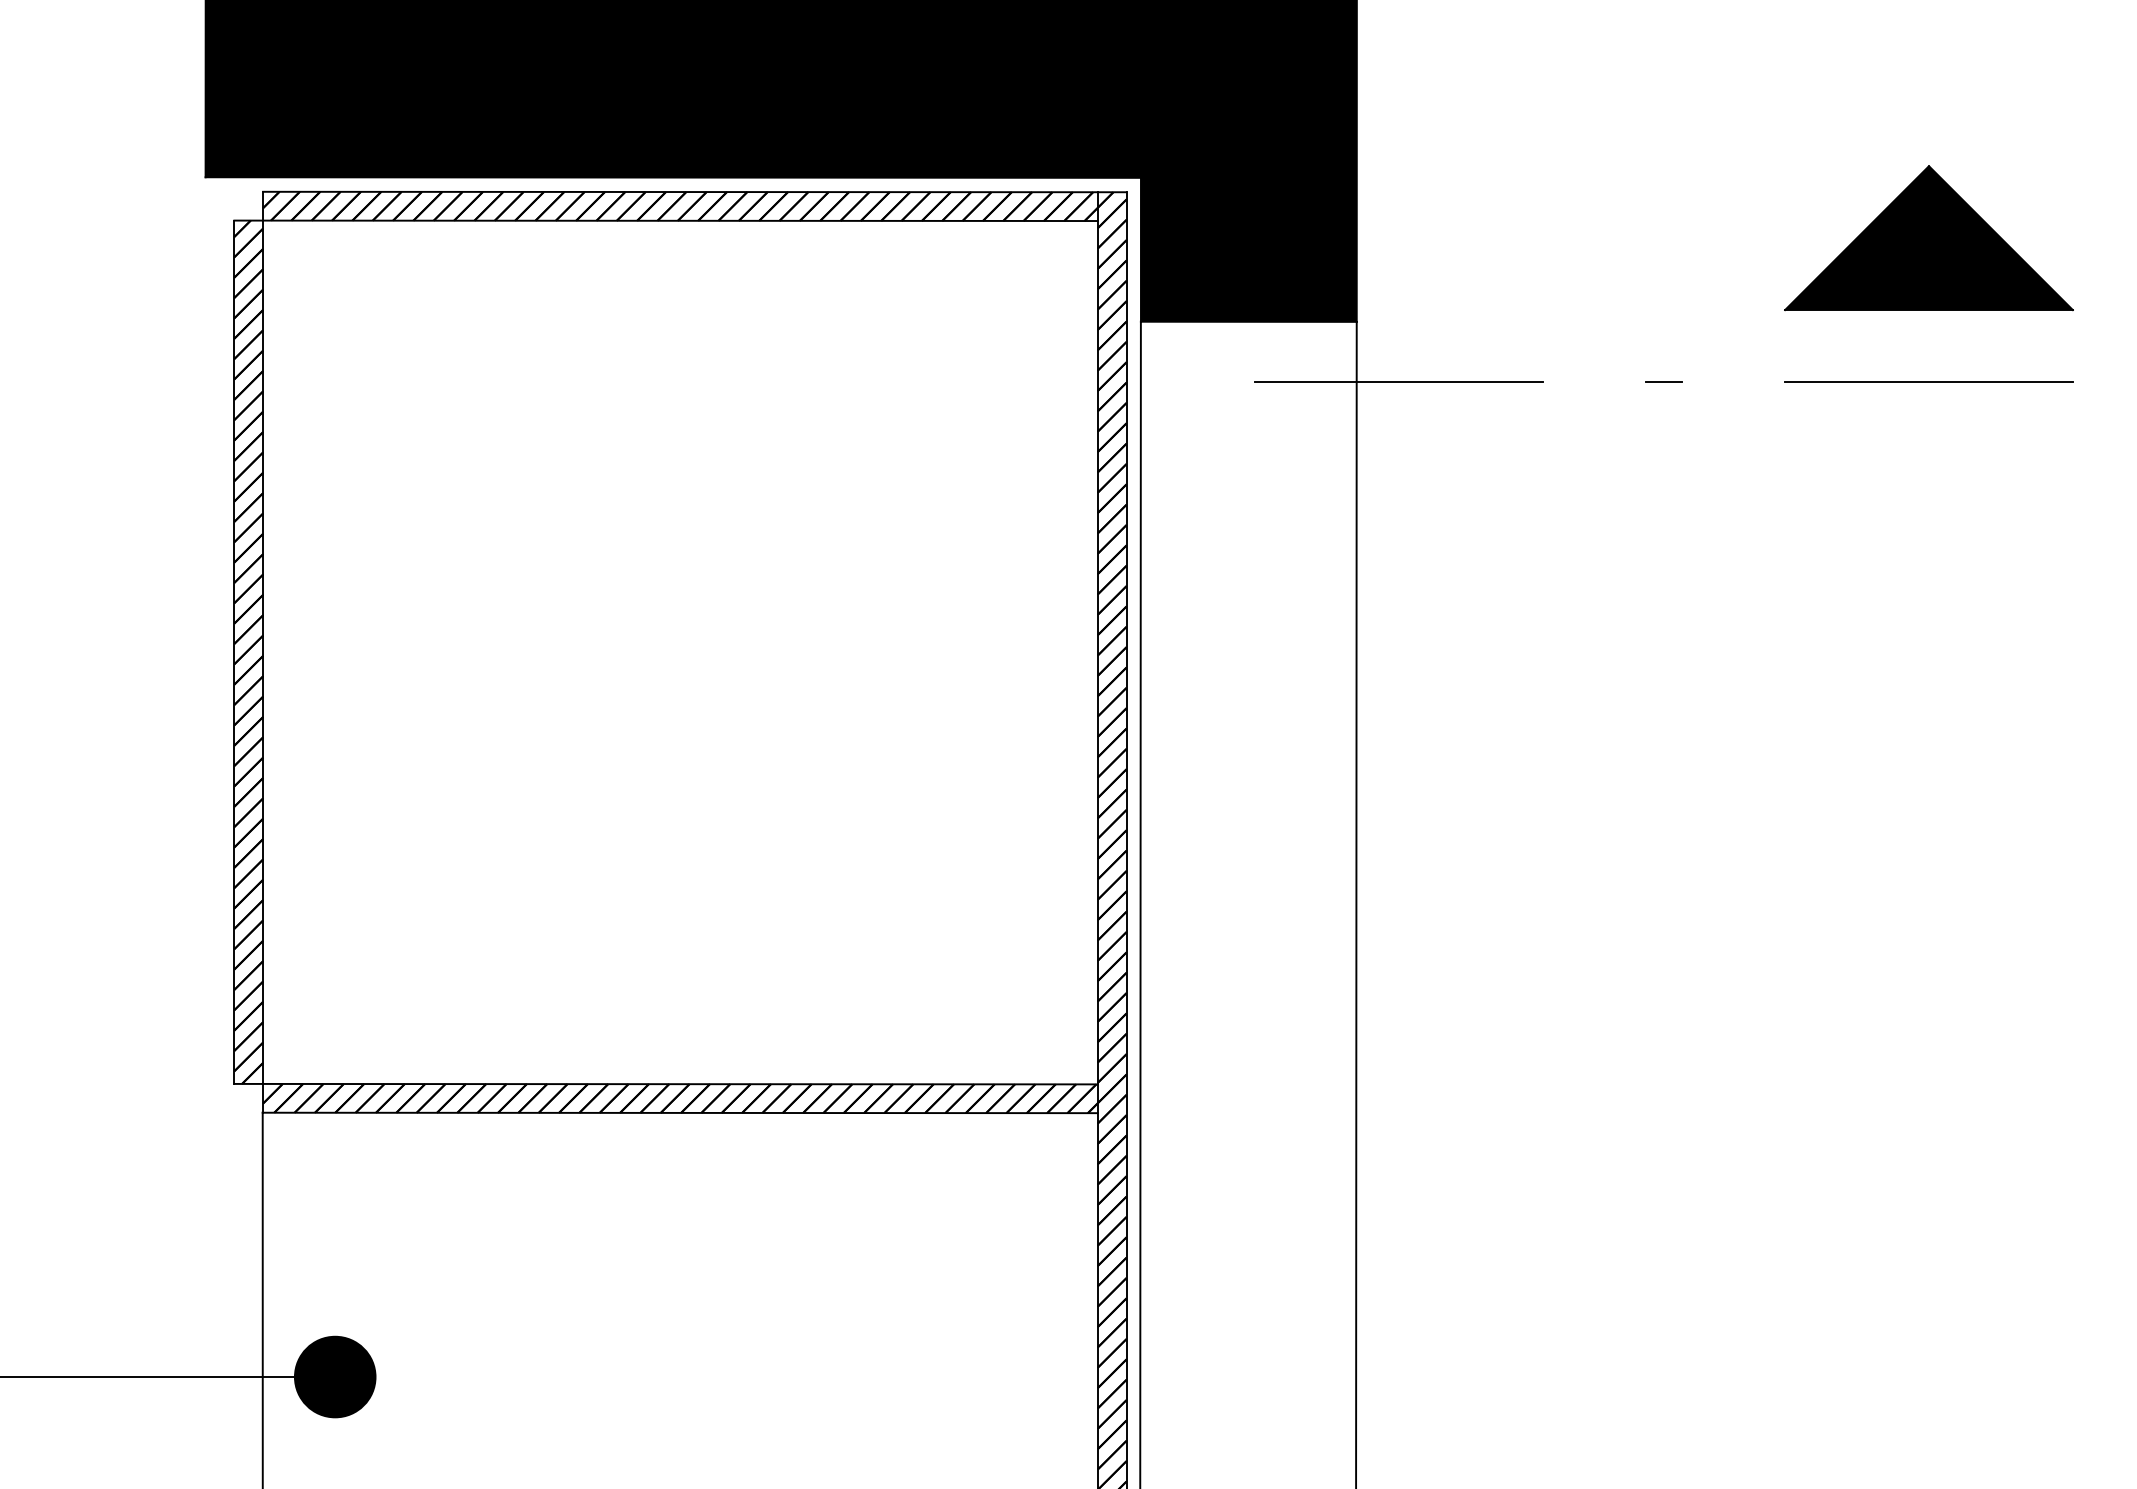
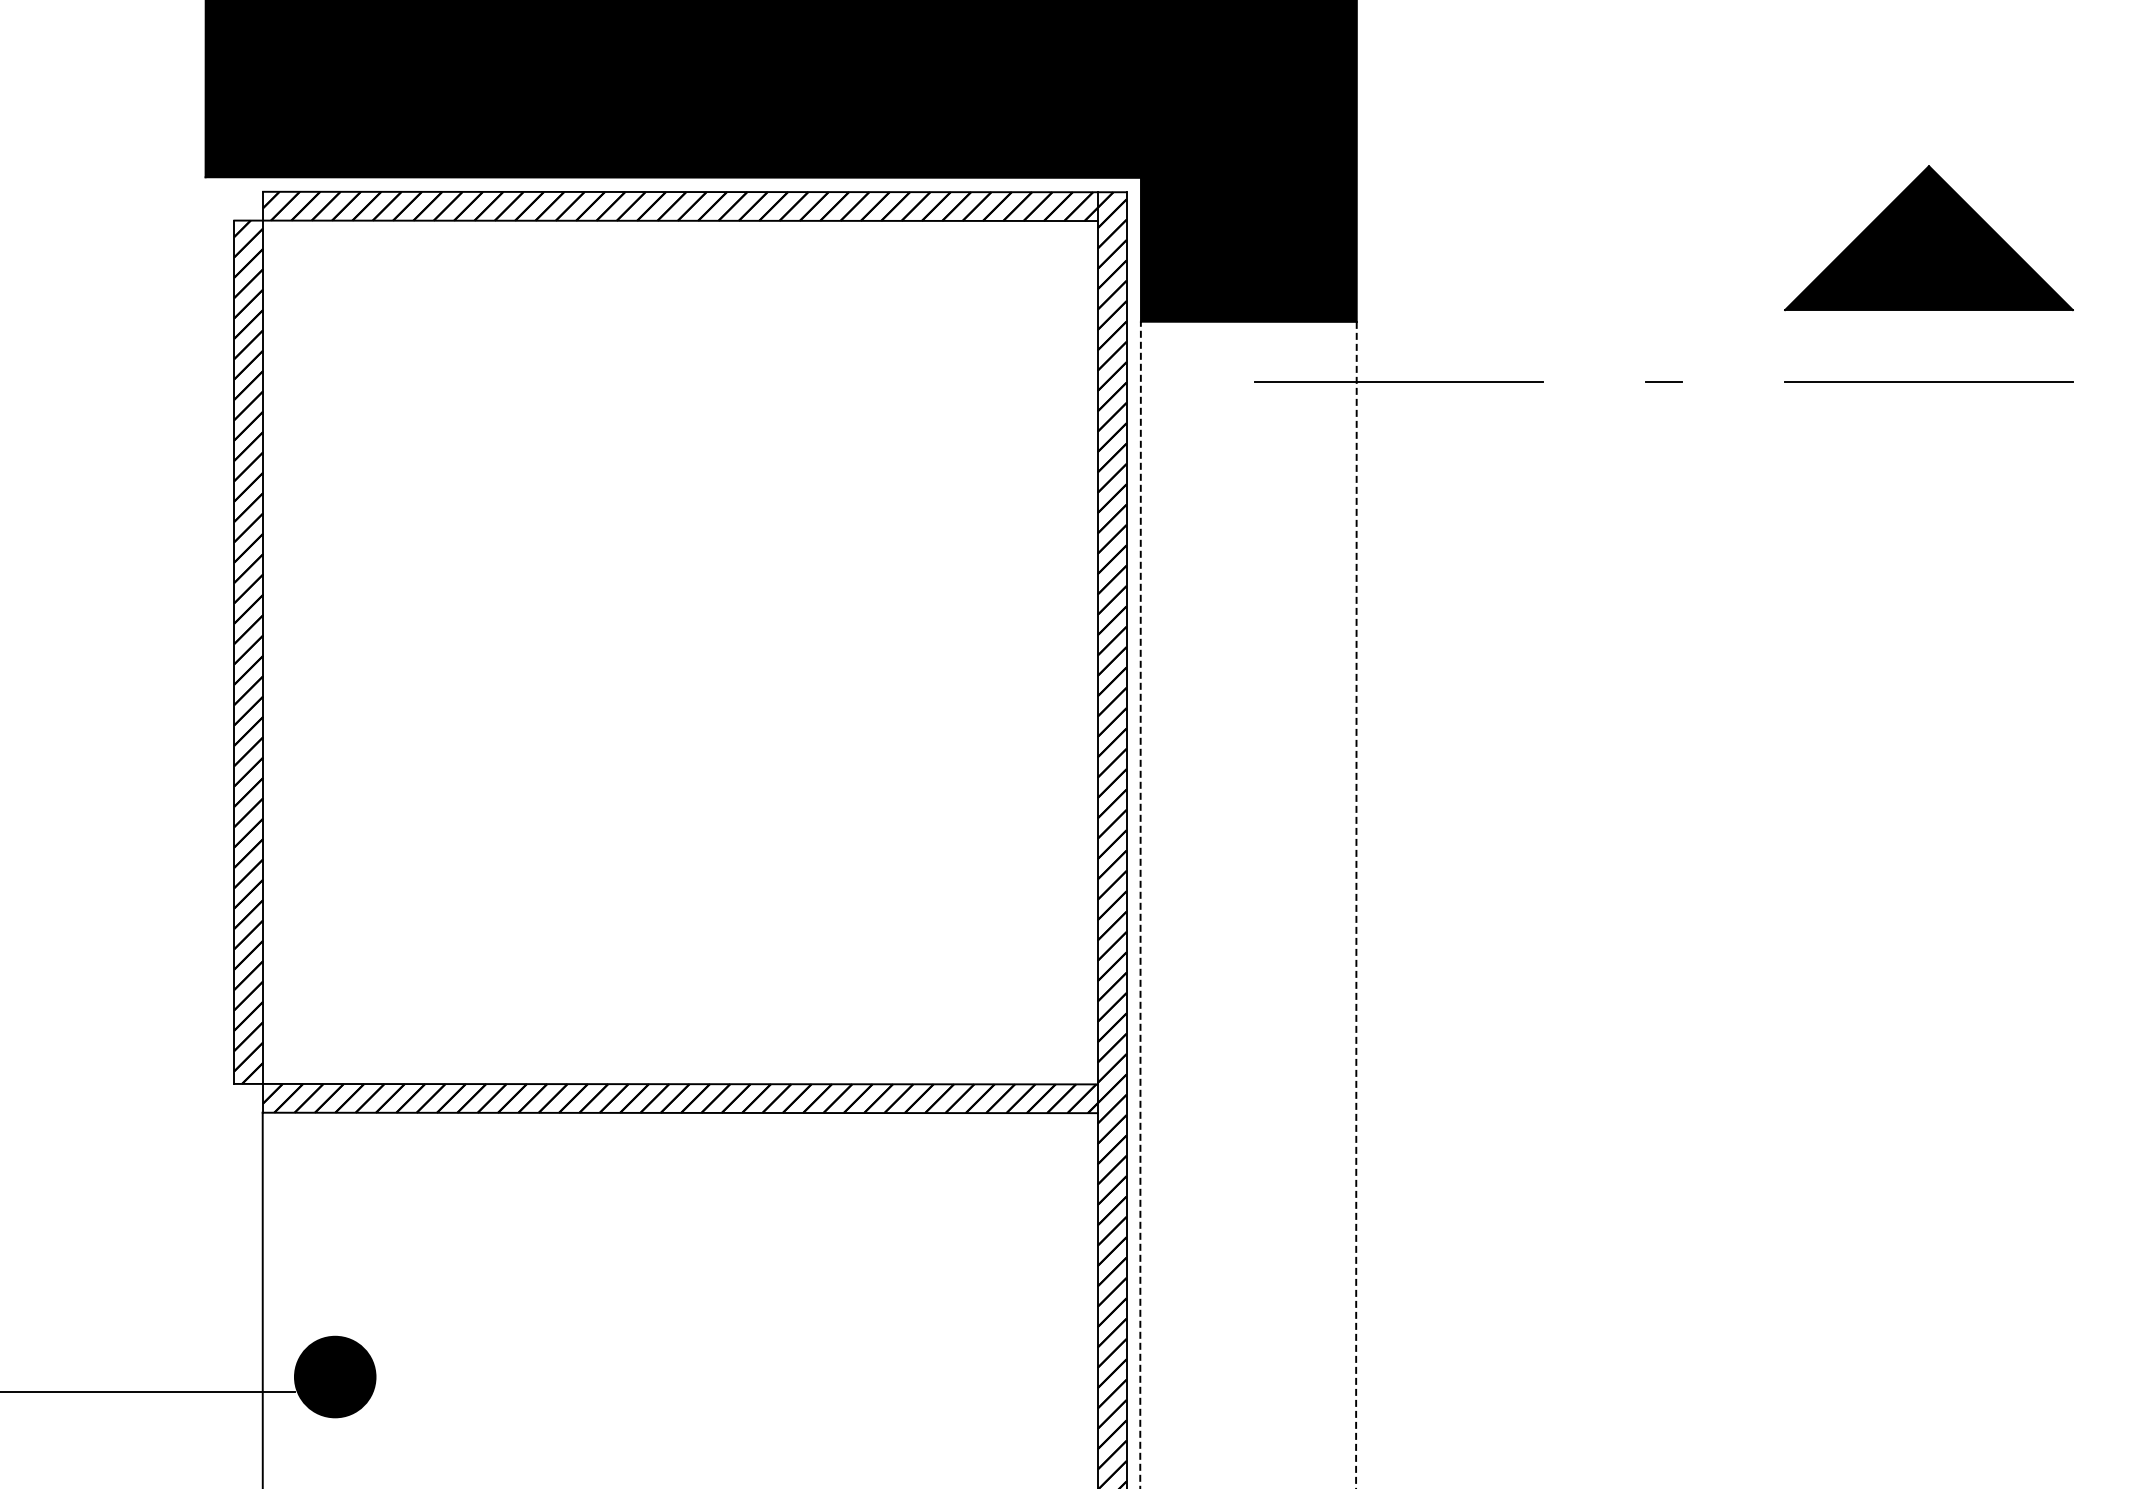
line at (1140, 904): solid -> dashed
line at (1356, 905): solid -> dashed
line at (148, 1377) position: (148, 1377) -> (148, 1392)
